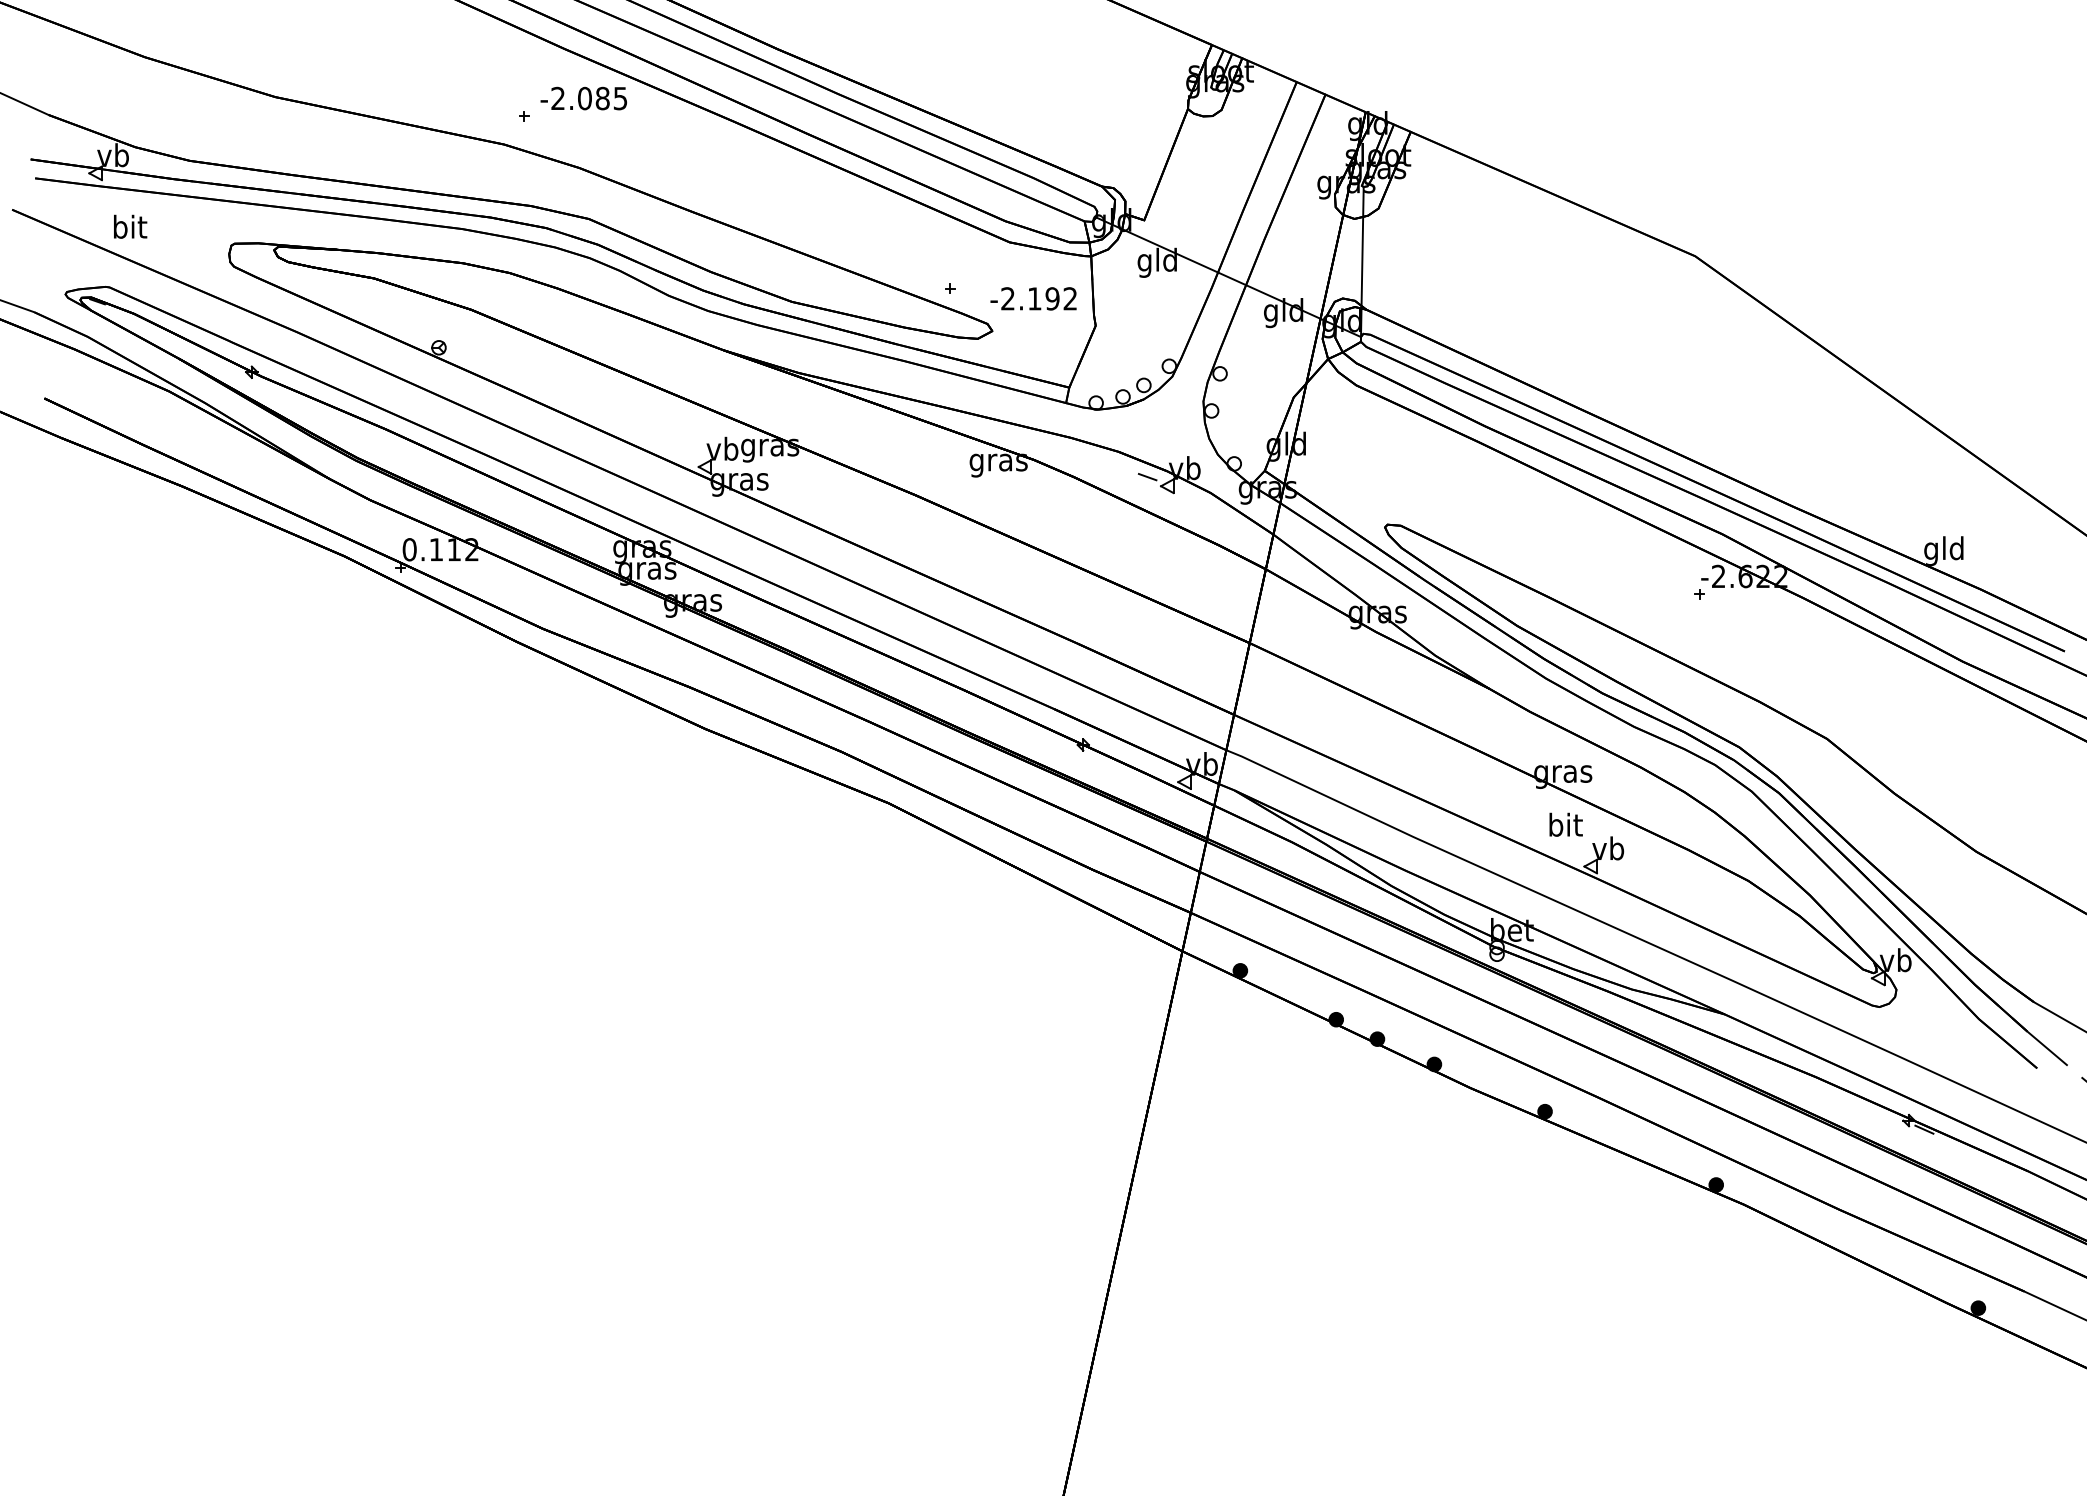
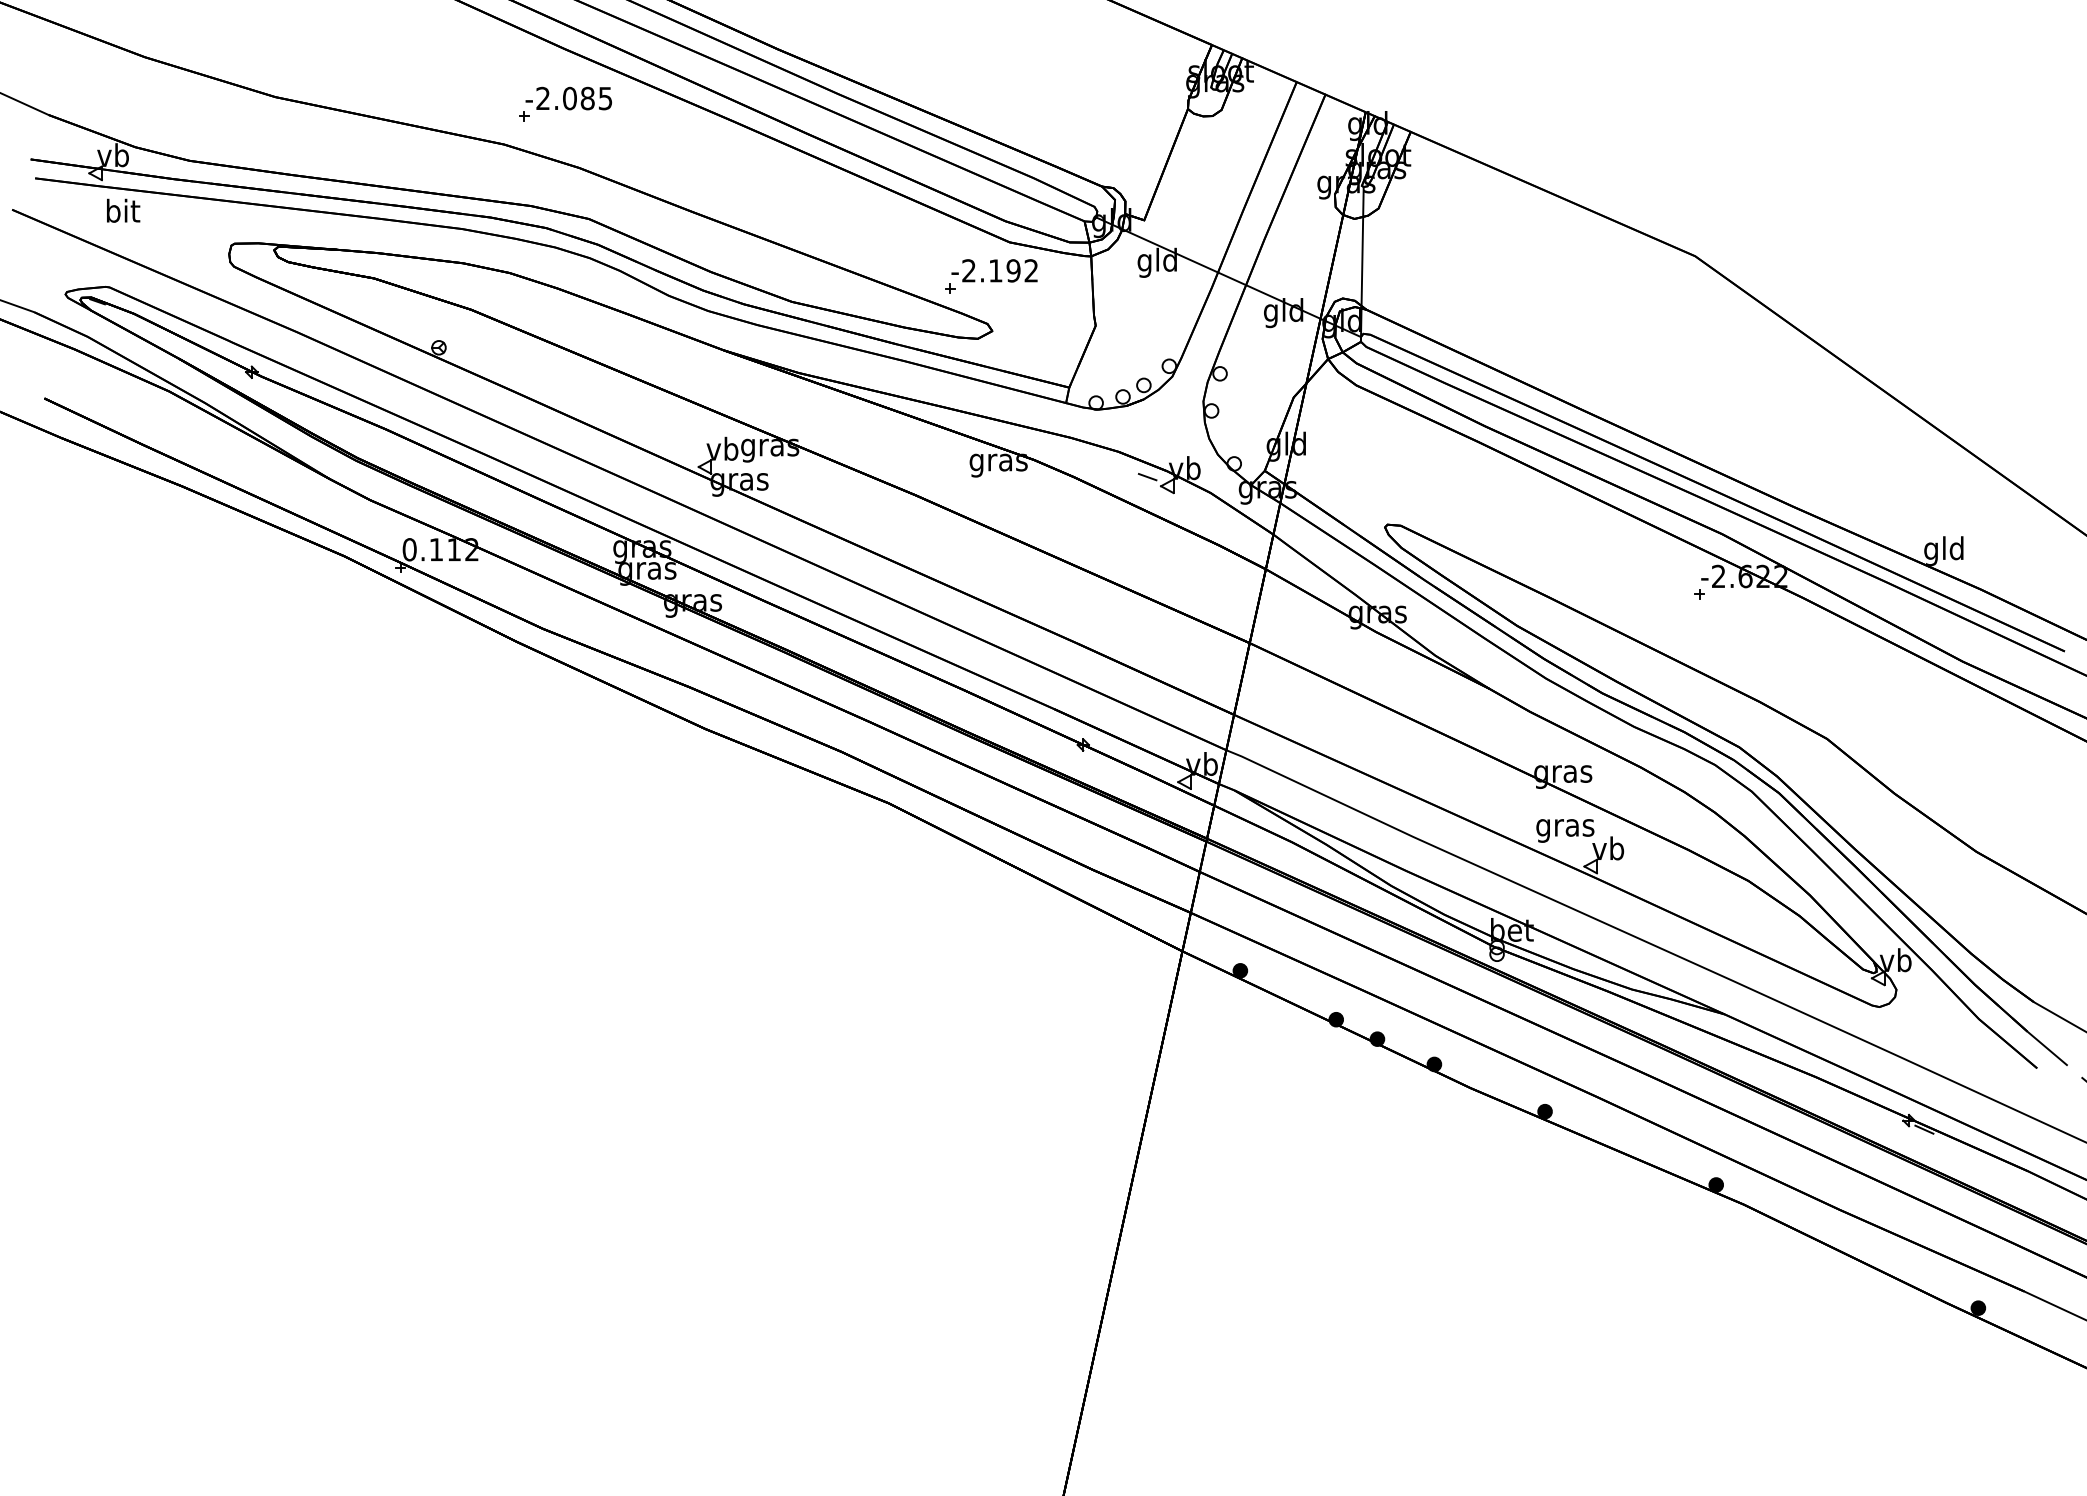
text at (583, 98) position: (583, 98) -> (568, 98)
text at (130, 226) position: (130, 226) -> (123, 210)
text at (1033, 298) position: (1033, 298) -> (994, 270)
text at (1565, 827): bit -> gras
